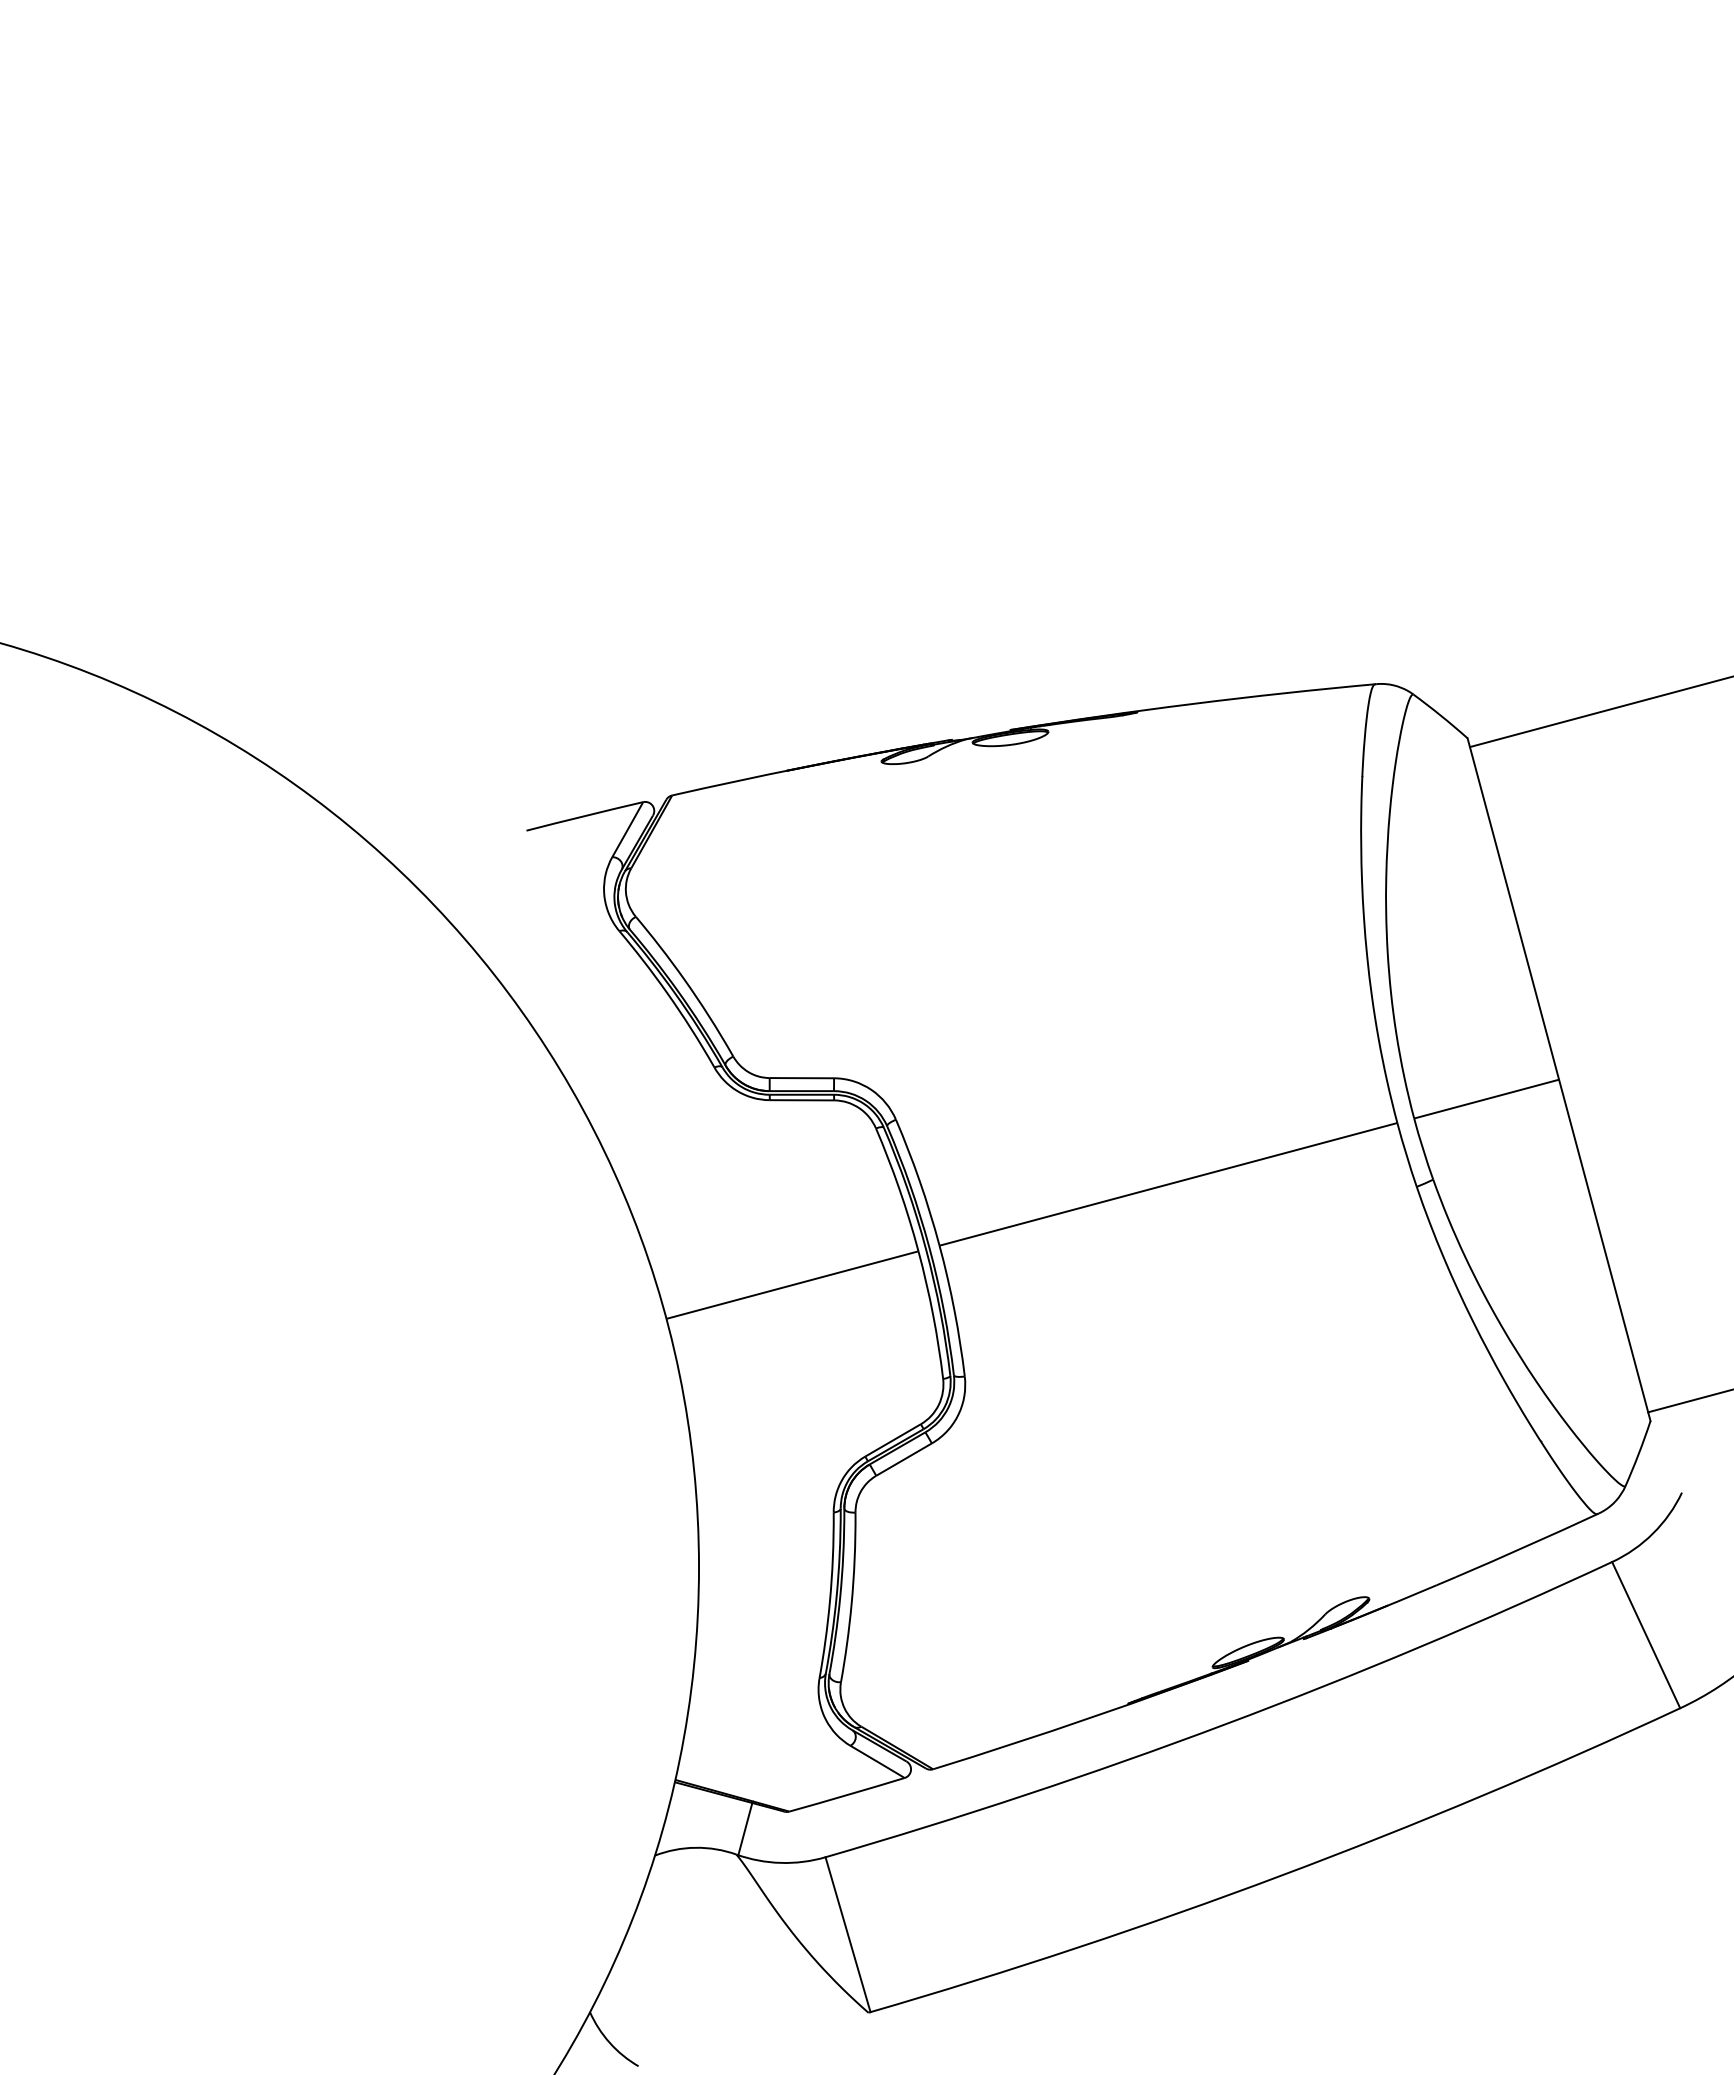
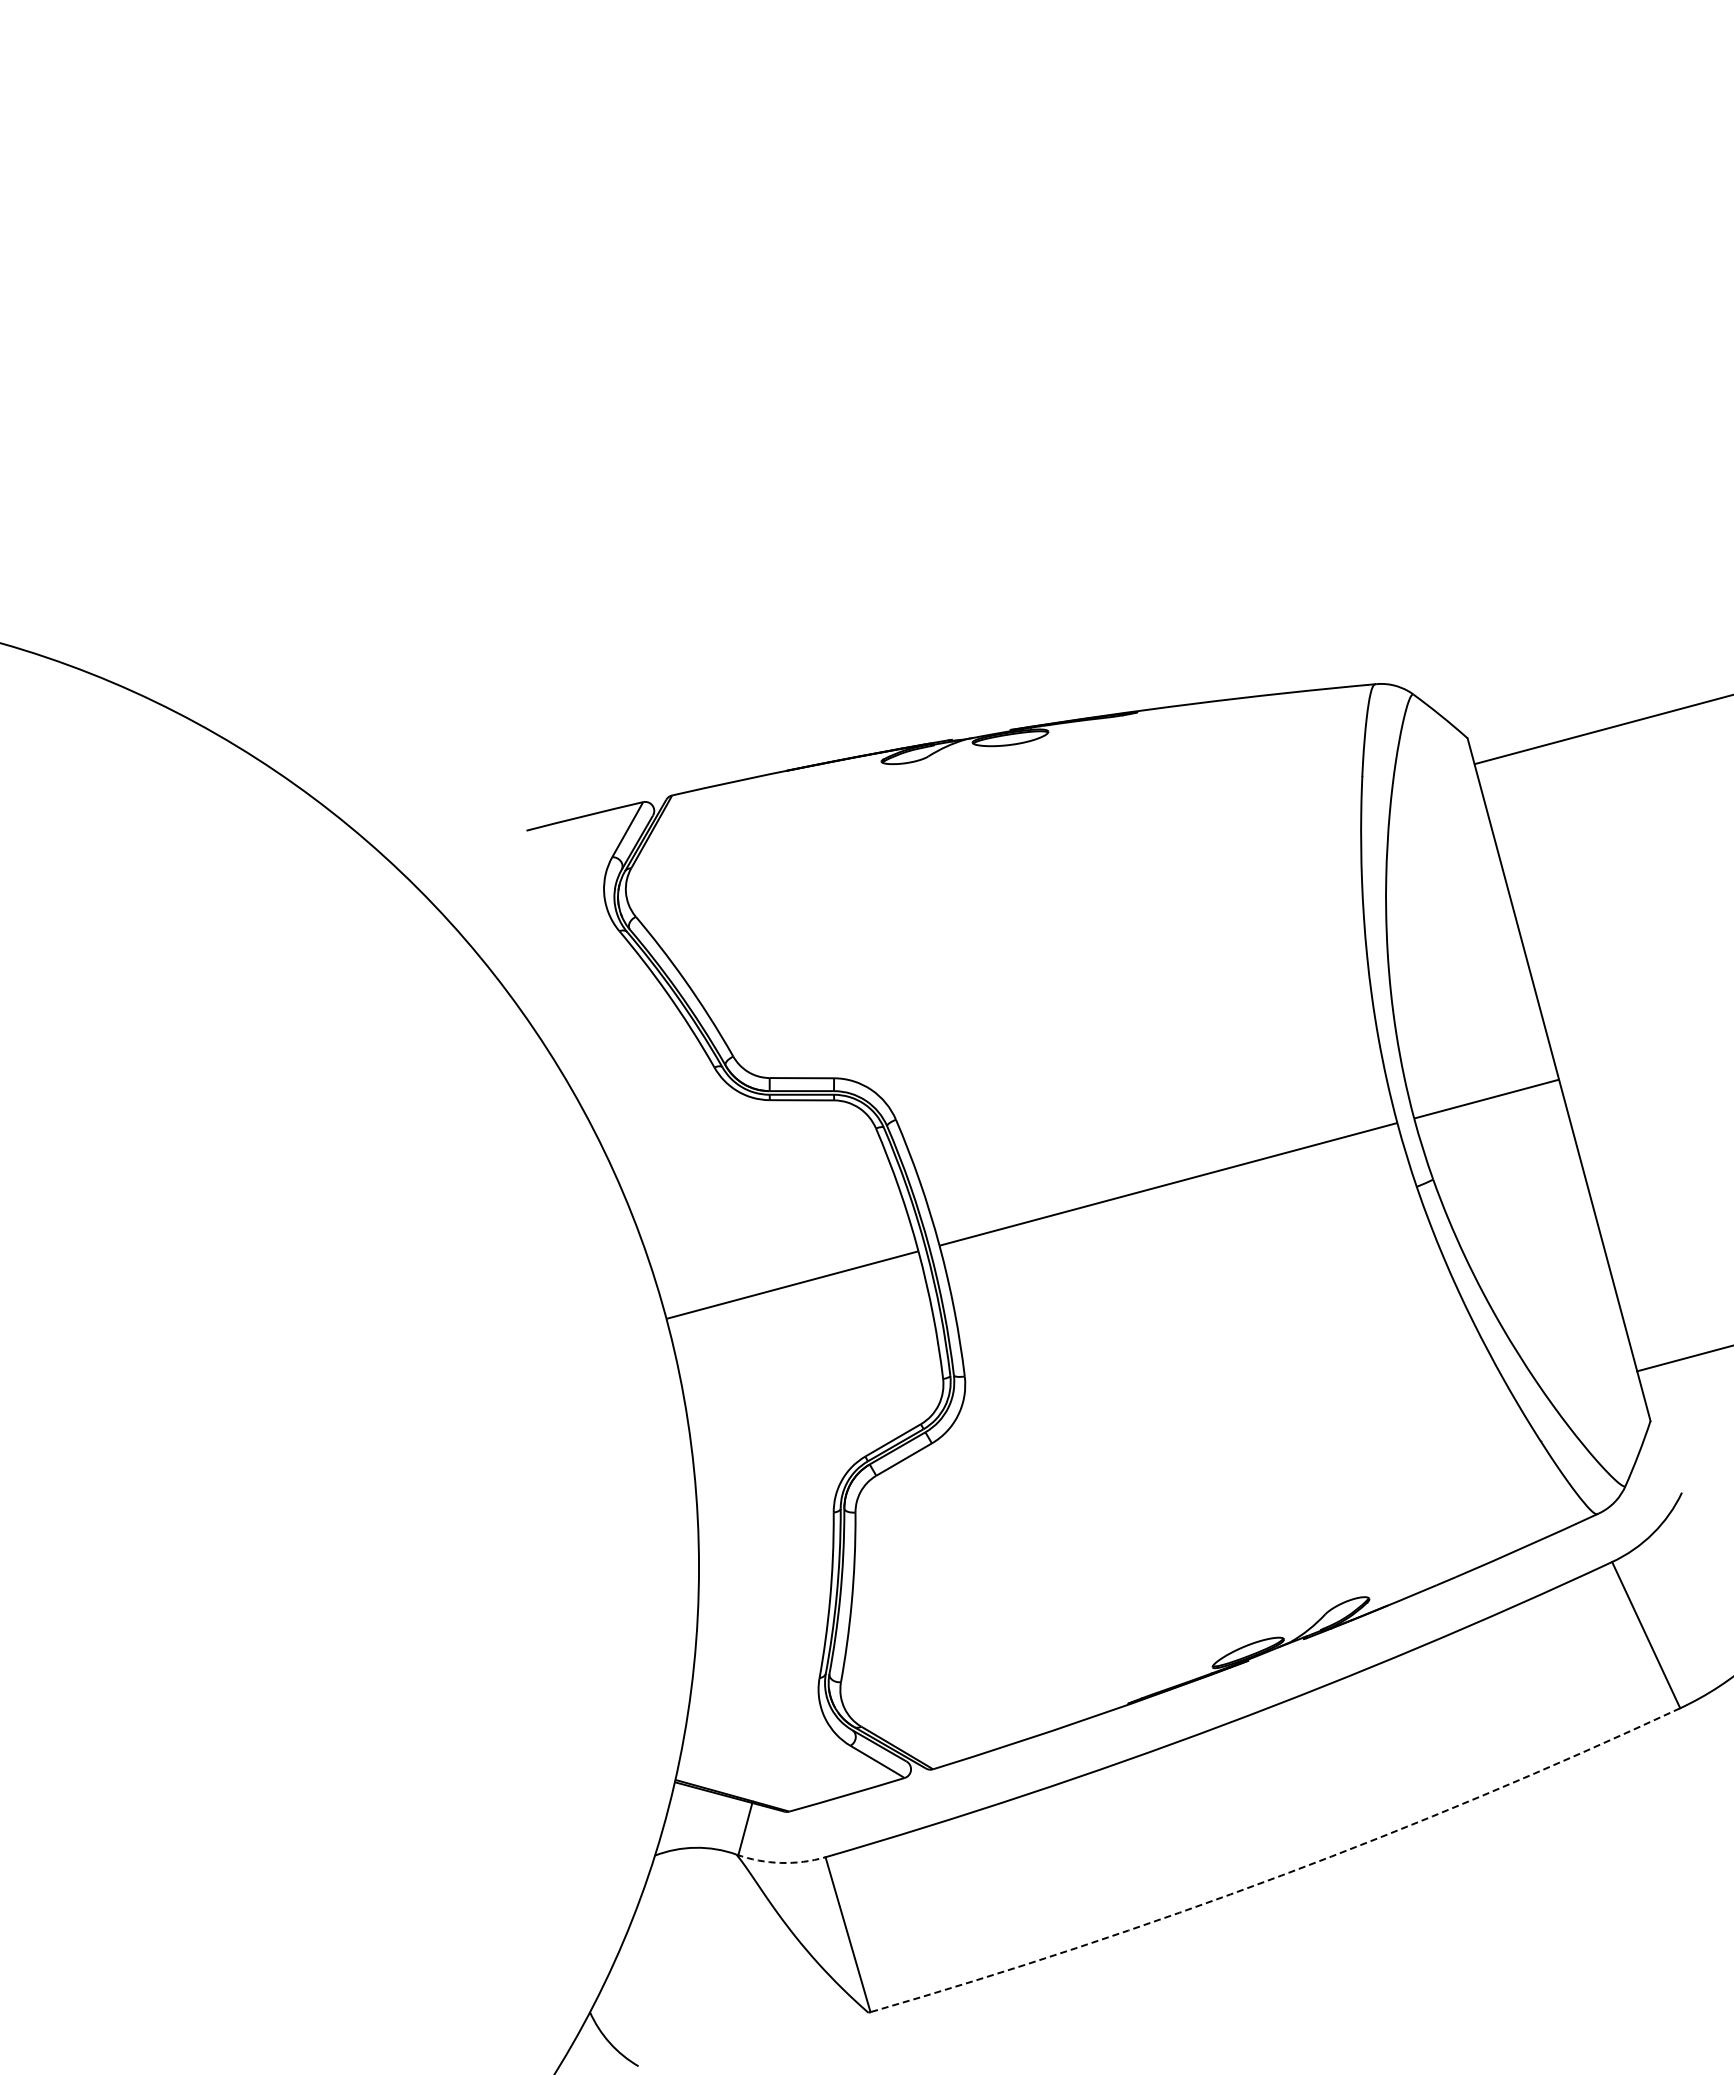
line at (1599, 712) position: (1599, 712) -> (1602, 729)
line at (1689, 1401) position: (1689, 1401) -> (1683, 1358)
arc at (780, 1862): solid -> dashed
arc at (1281, 1875): solid -> dashed
